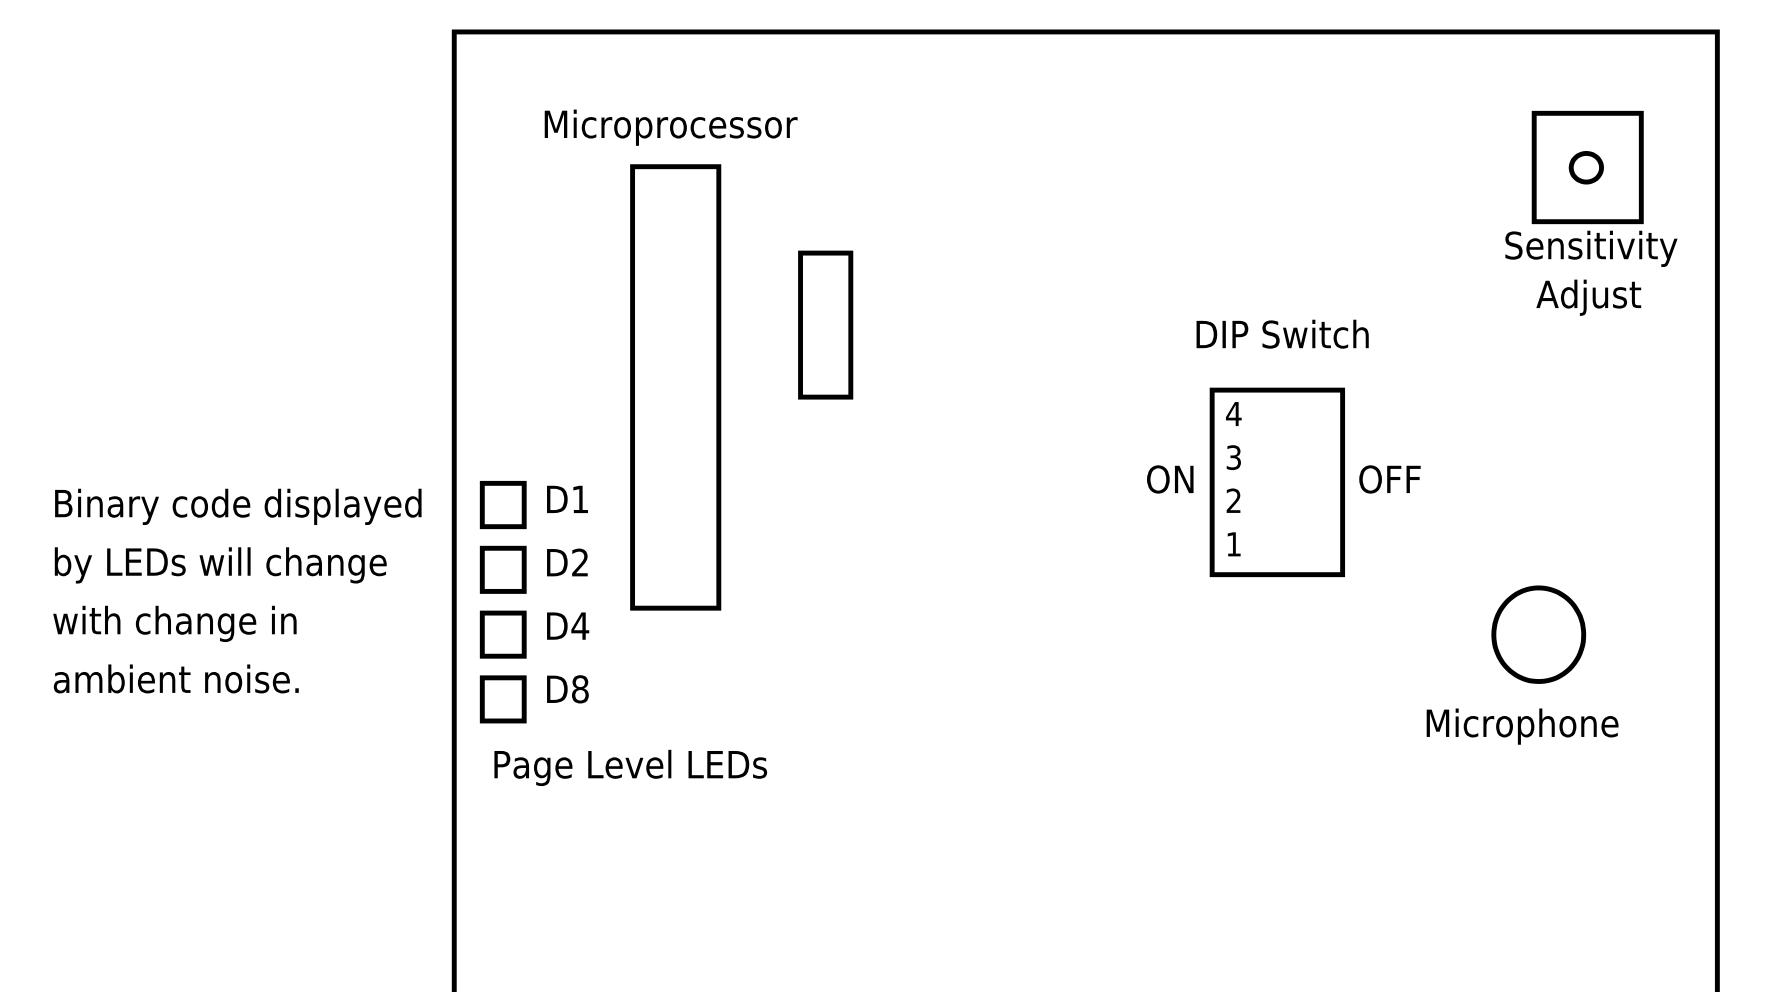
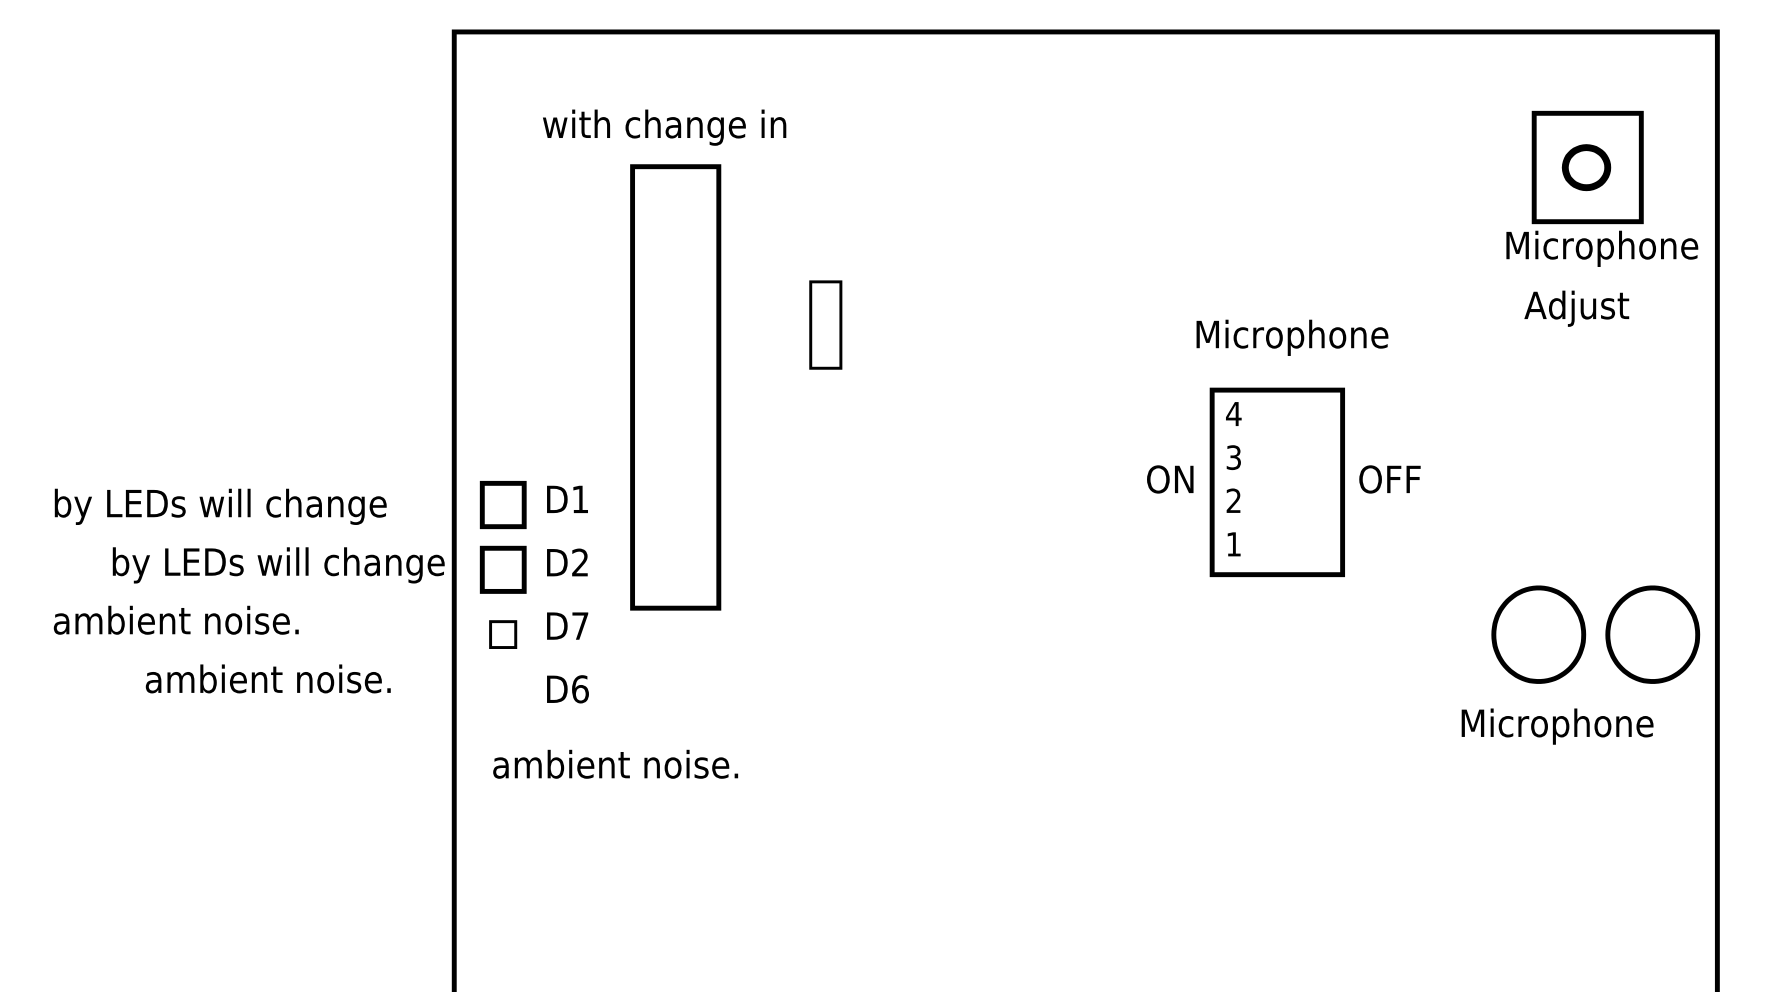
text at (670, 127): Microprocessor -> with change in
part at (1585, 167) size: 36x34 px -> 51x47 px
text at (1601, 248): Sensitivity -> Microphone
text at (1588, 297) position: (1588, 297) -> (1576, 308)
part at (825, 324) size: 56x150 px -> 34x90 px
text at (1293, 337): DIP Switch -> Microphone
text at (237, 506): Binary code displayed -> by LEDs will change
text at (220, 565) position: (220, 565) -> (278, 565)
text at (175, 623): with change in -> ambient noise.
text at (580, 625): D4 -> D7
part at (502, 634) size: 48x49 px -> 29x29 px
part at (1652, 634): none -> present
text at (175, 678) position: (175, 678) -> (267, 678)
text at (580, 689): D8 -> D6
part at (502, 699): present -> none
text at (1522, 726) position: (1522, 726) -> (1557, 726)
text at (630, 767): Page Level LEDs -> ambient noise.
